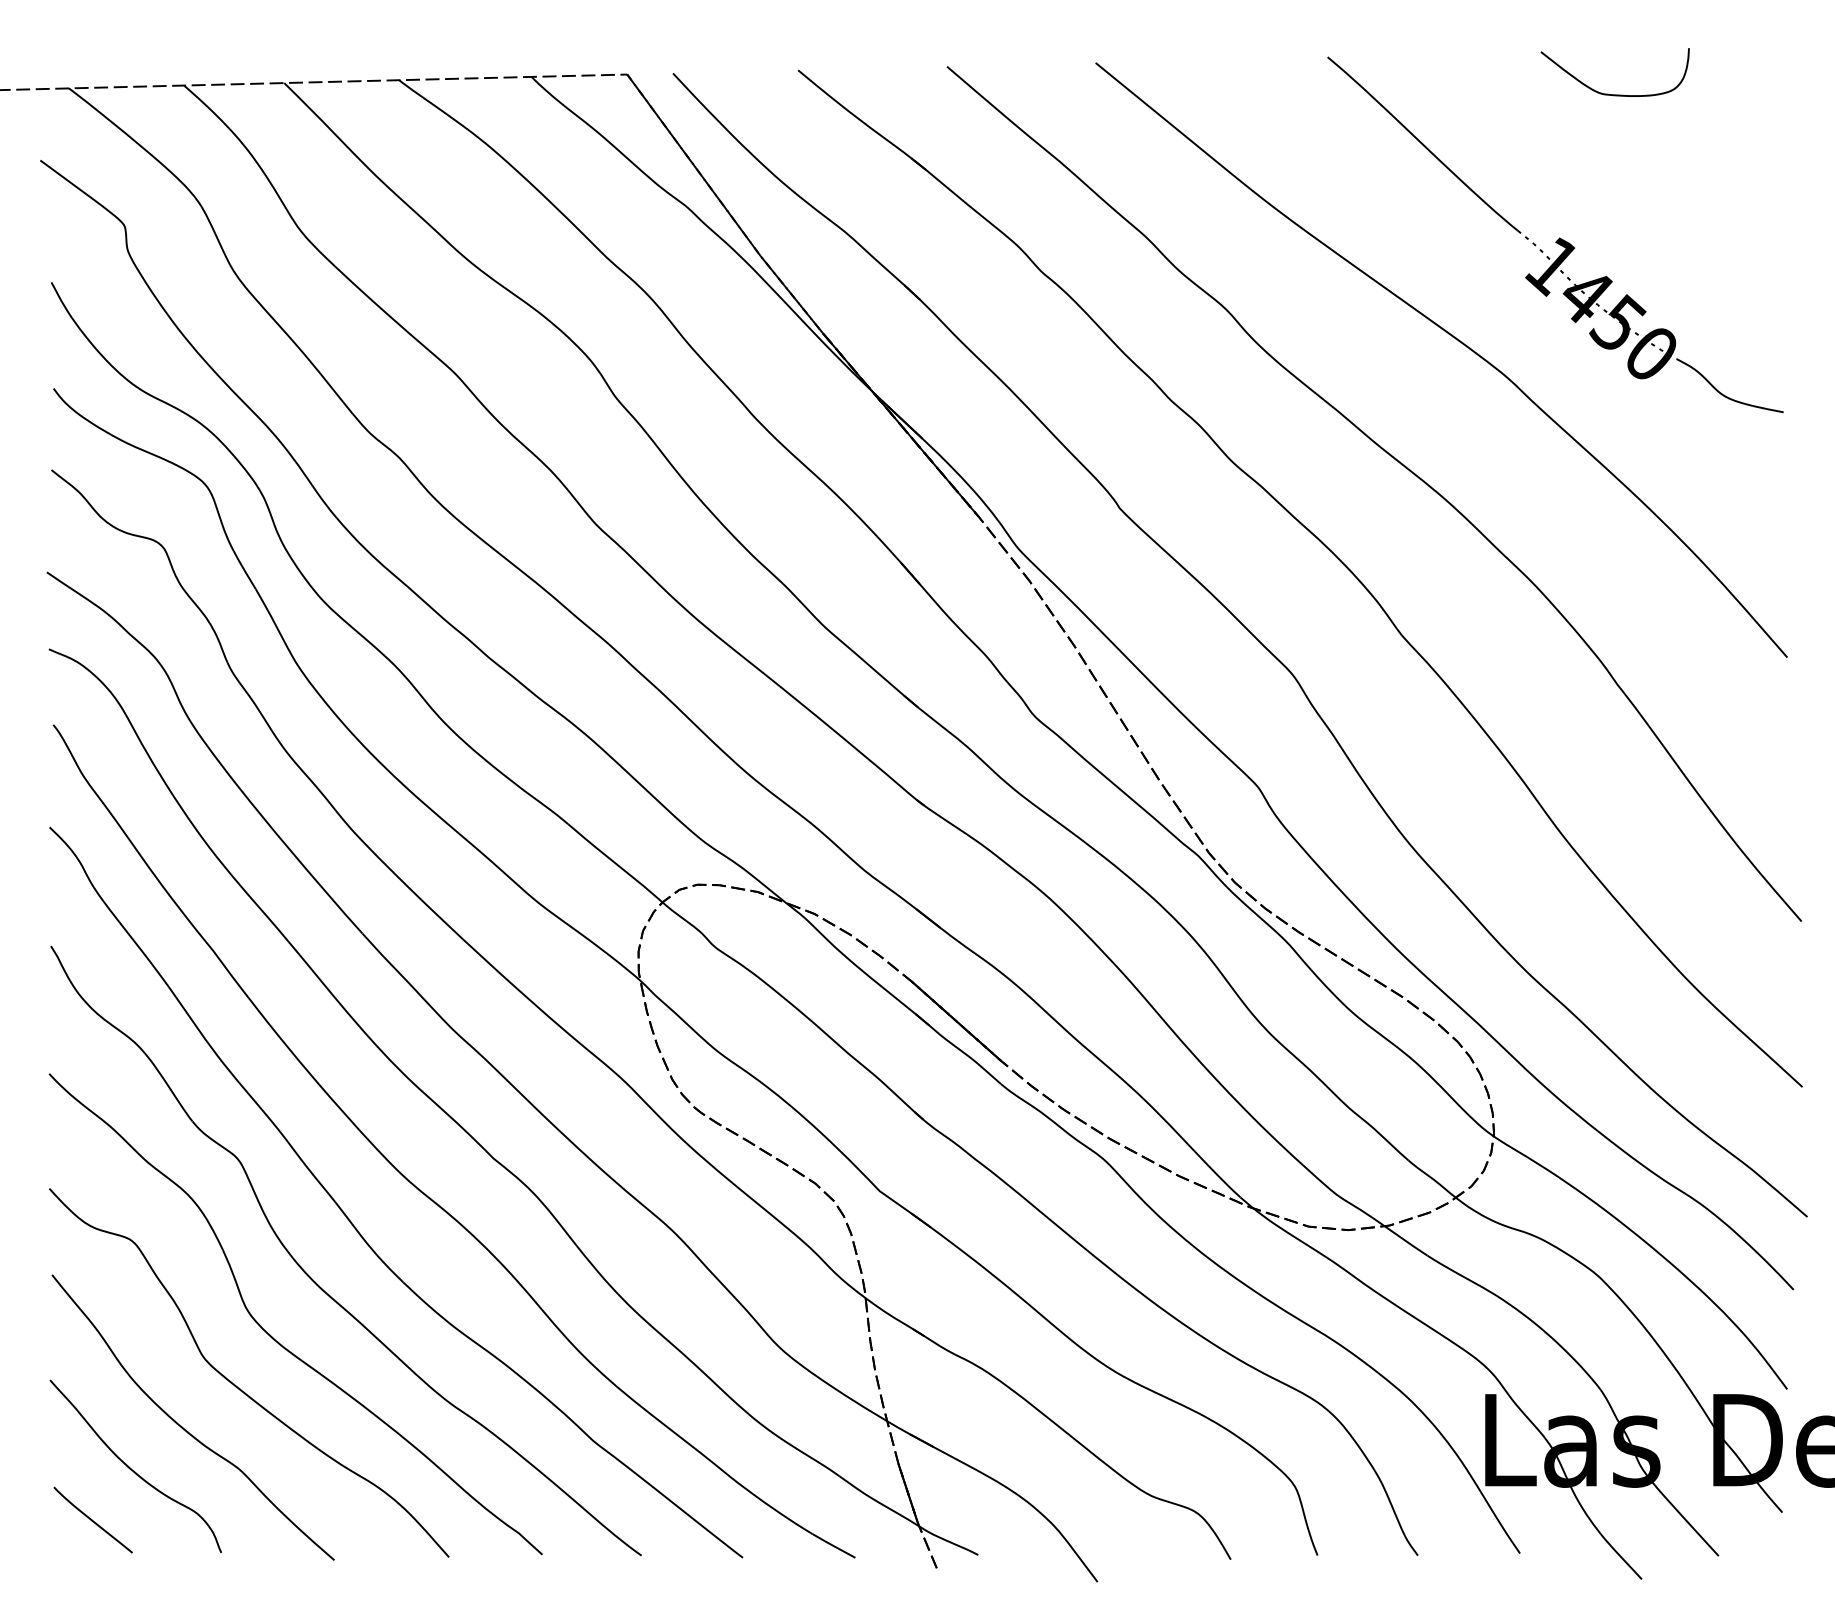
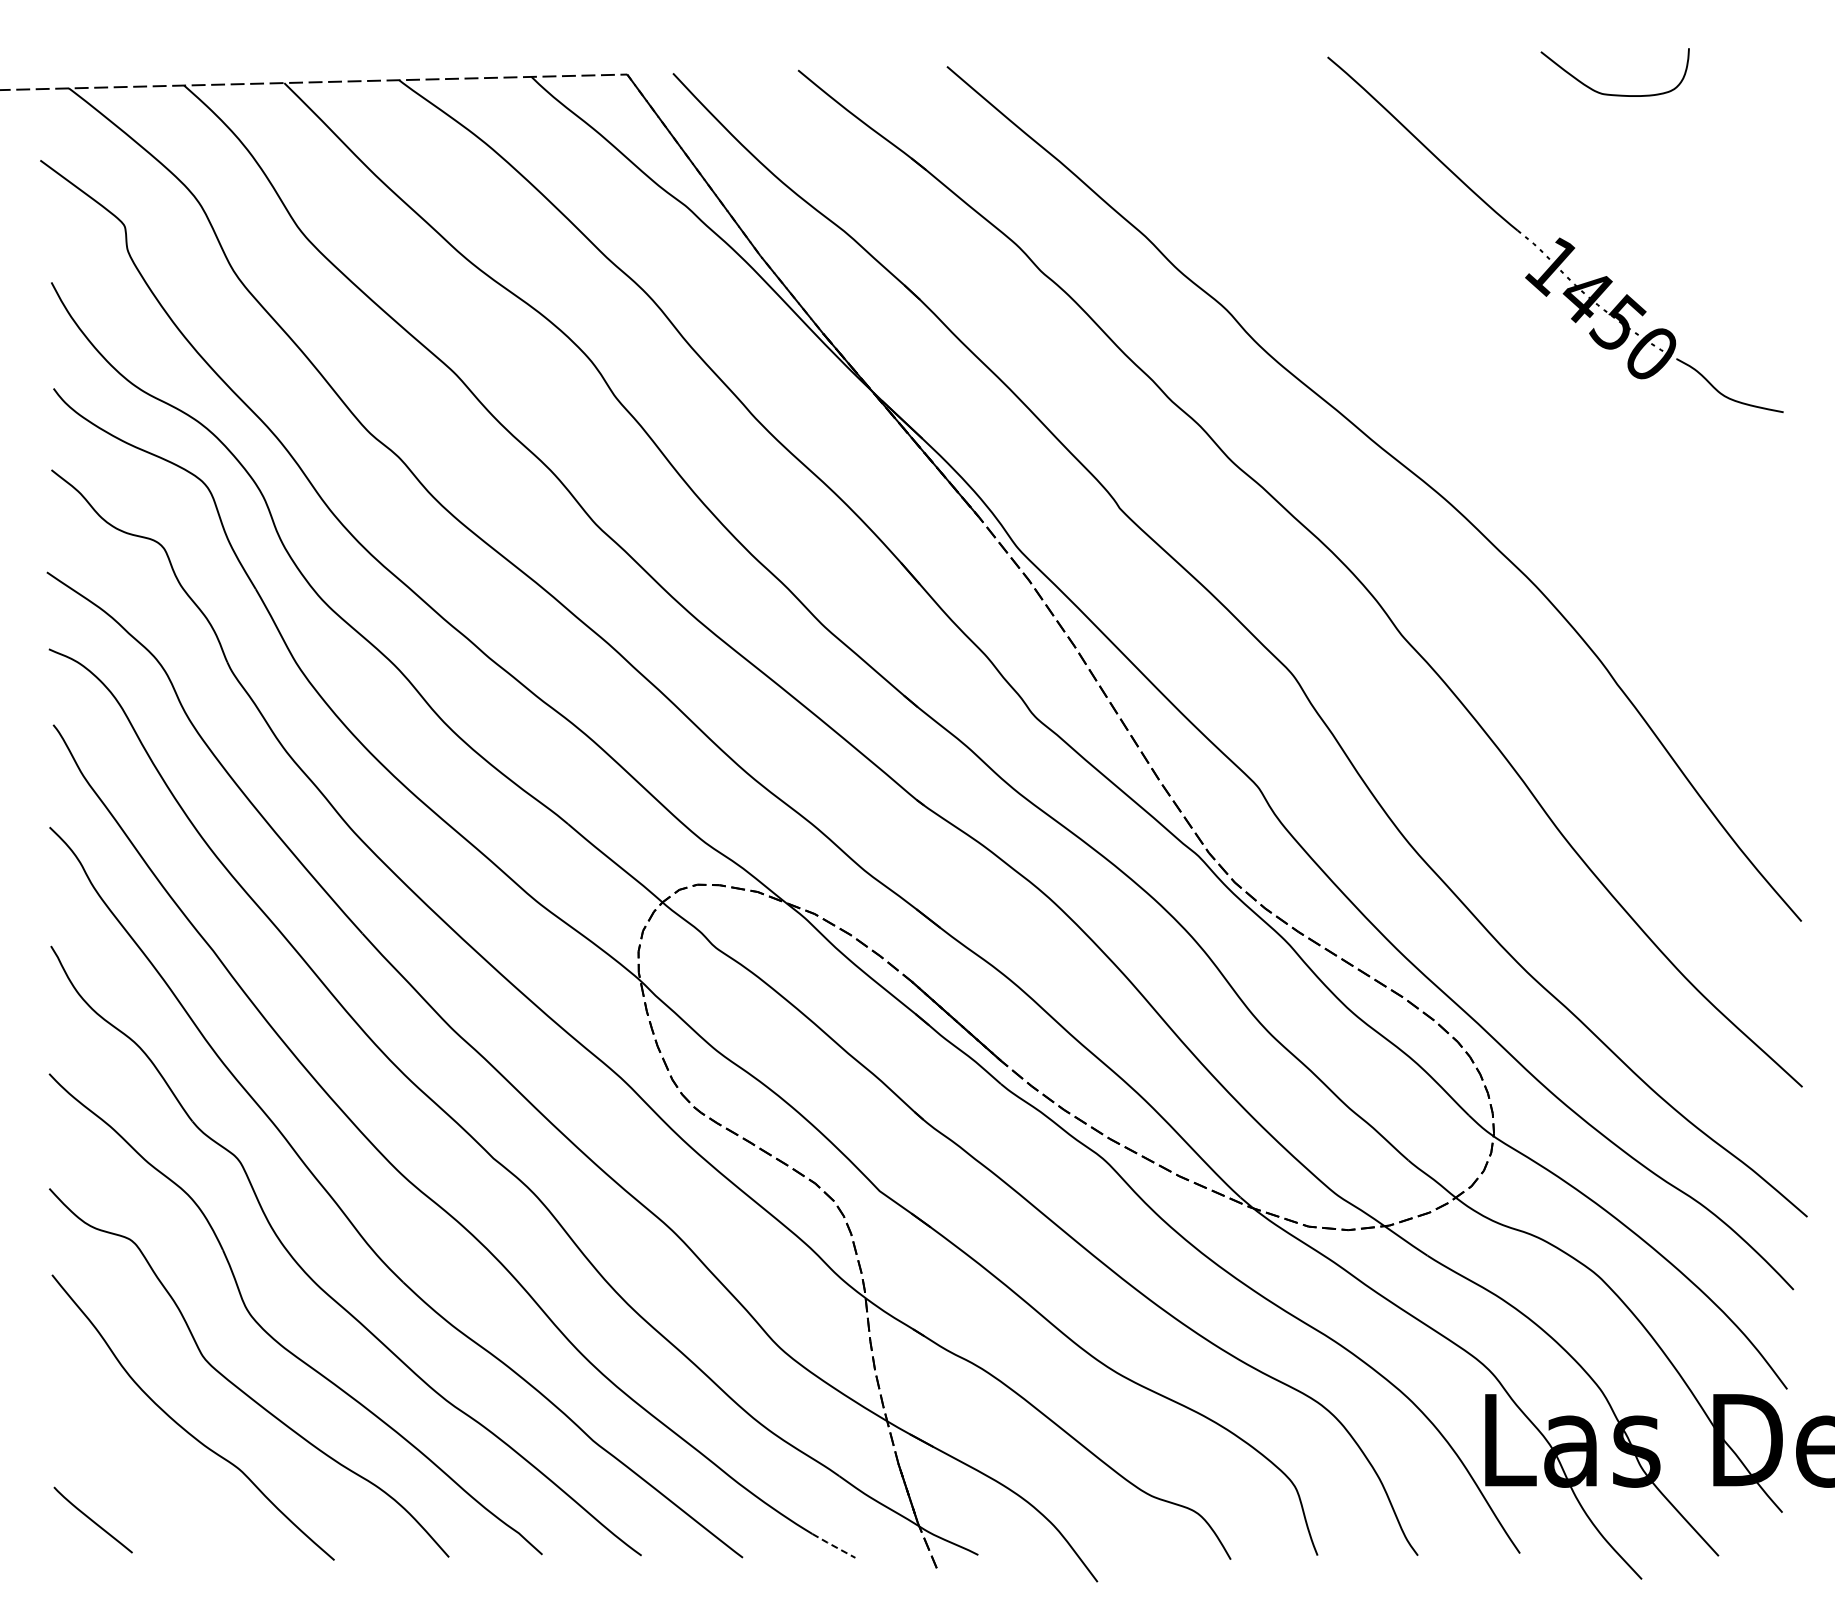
curve at (1455, 339): present -> none
curve at (131, 1468): present -> none
line at (833, 1546): solid -> dashed
